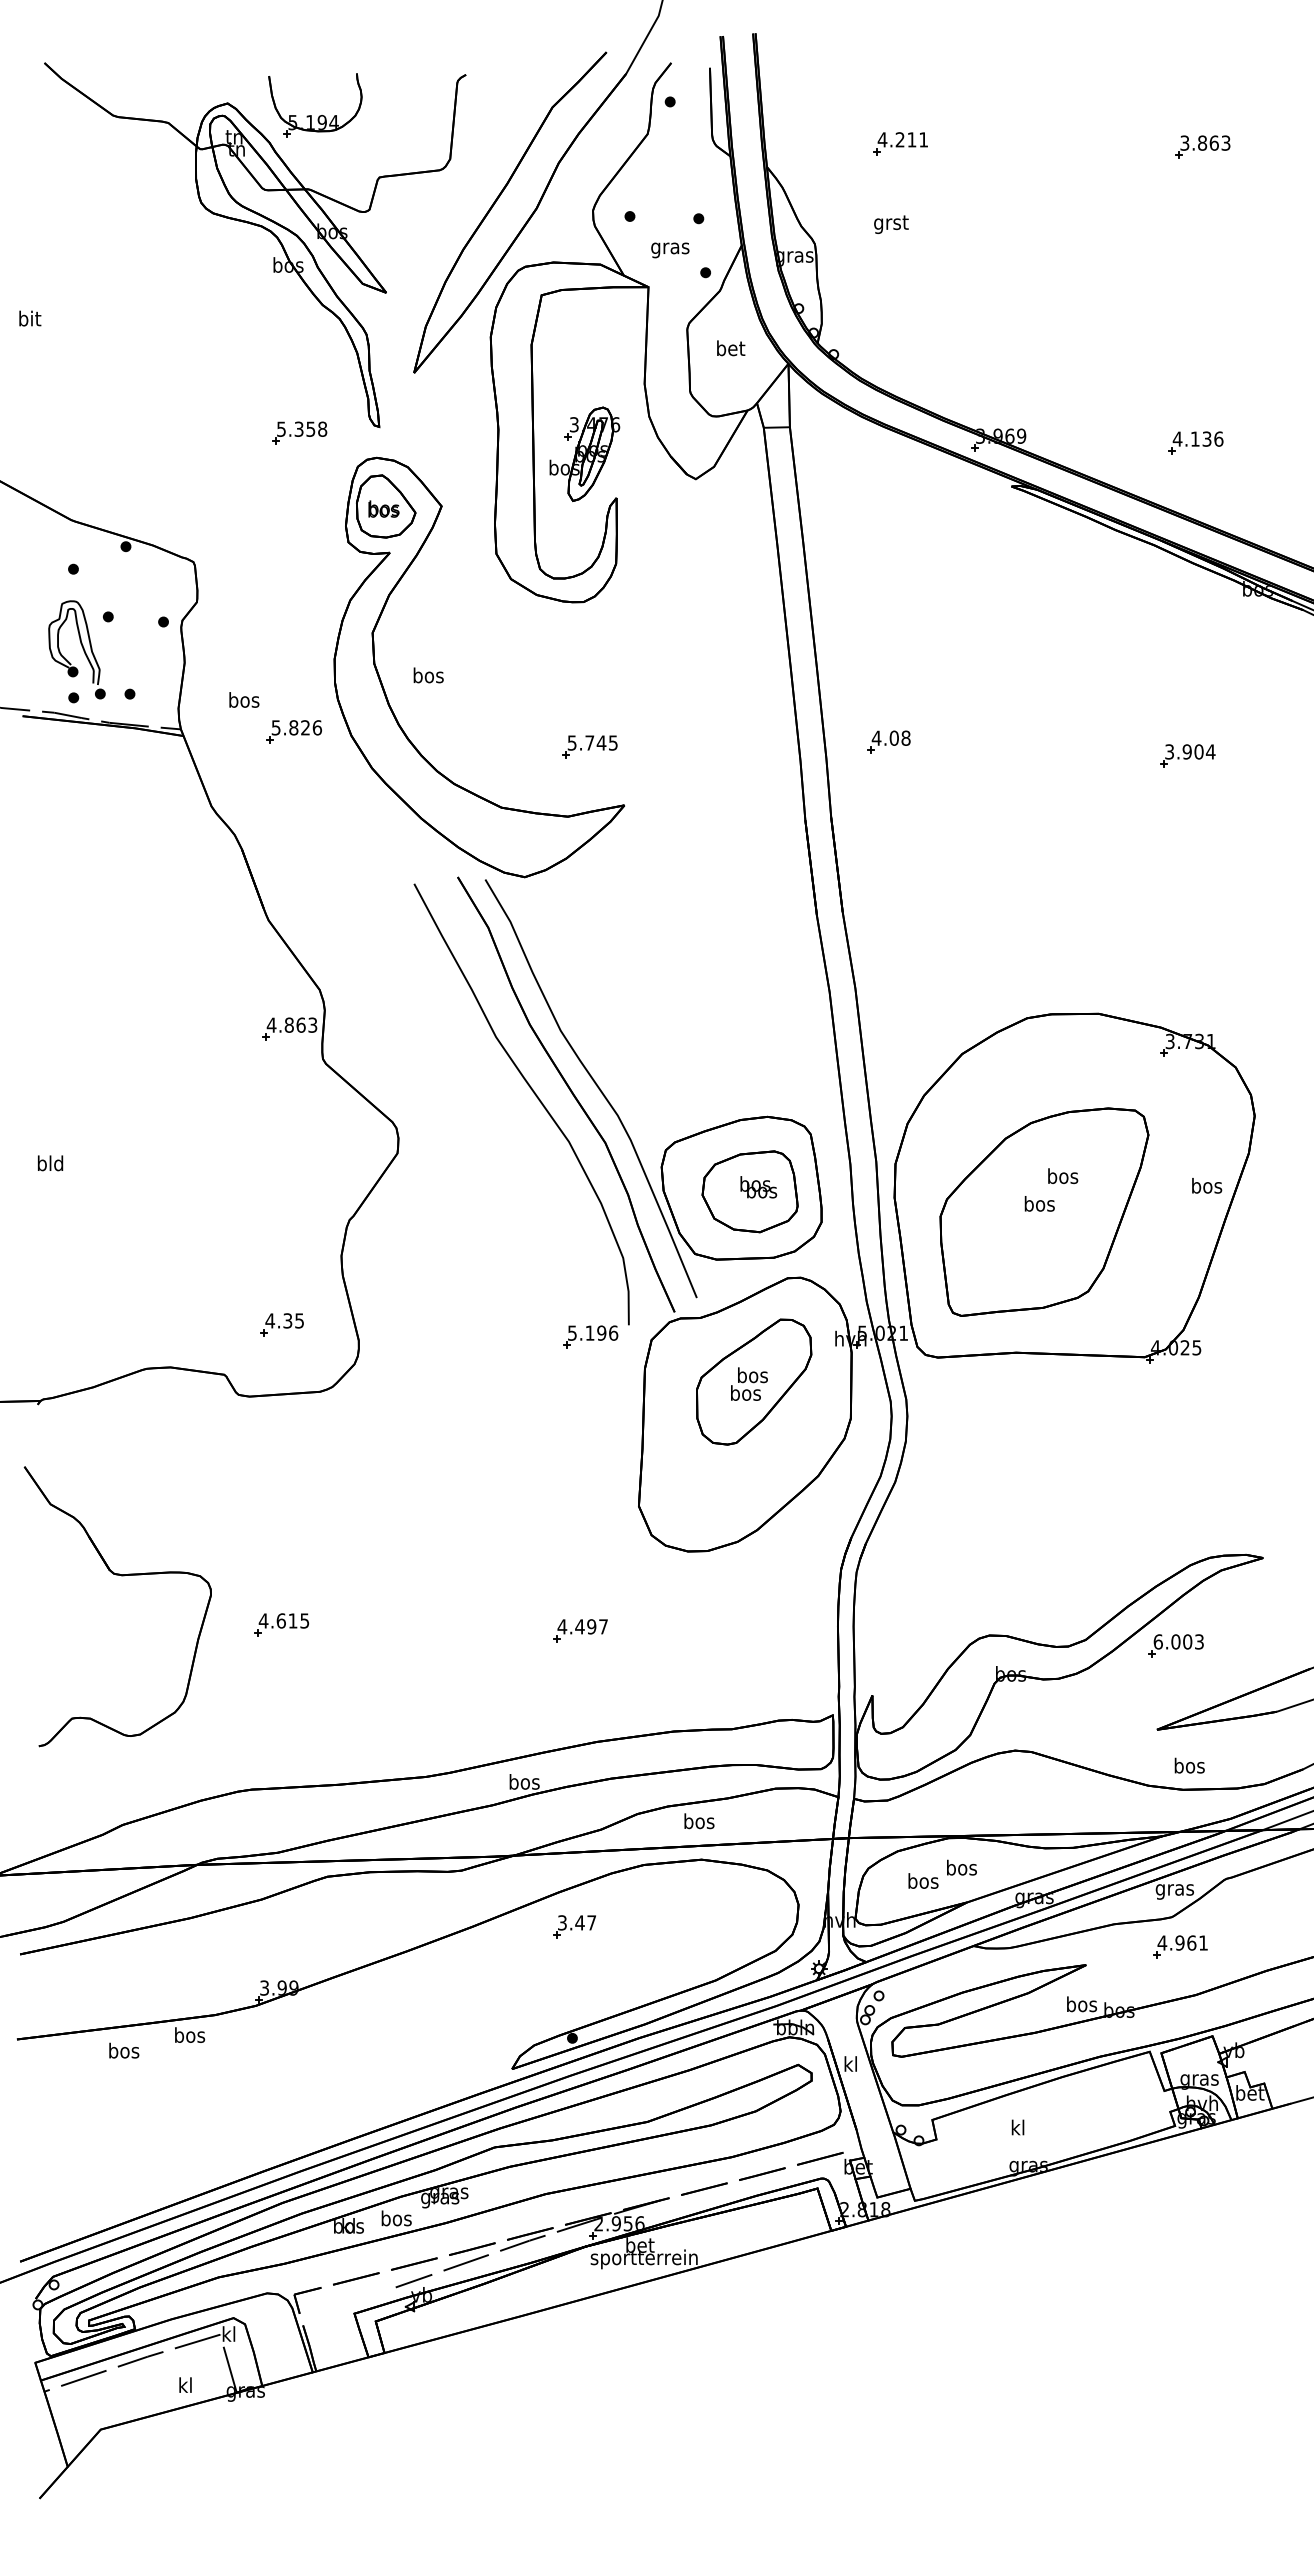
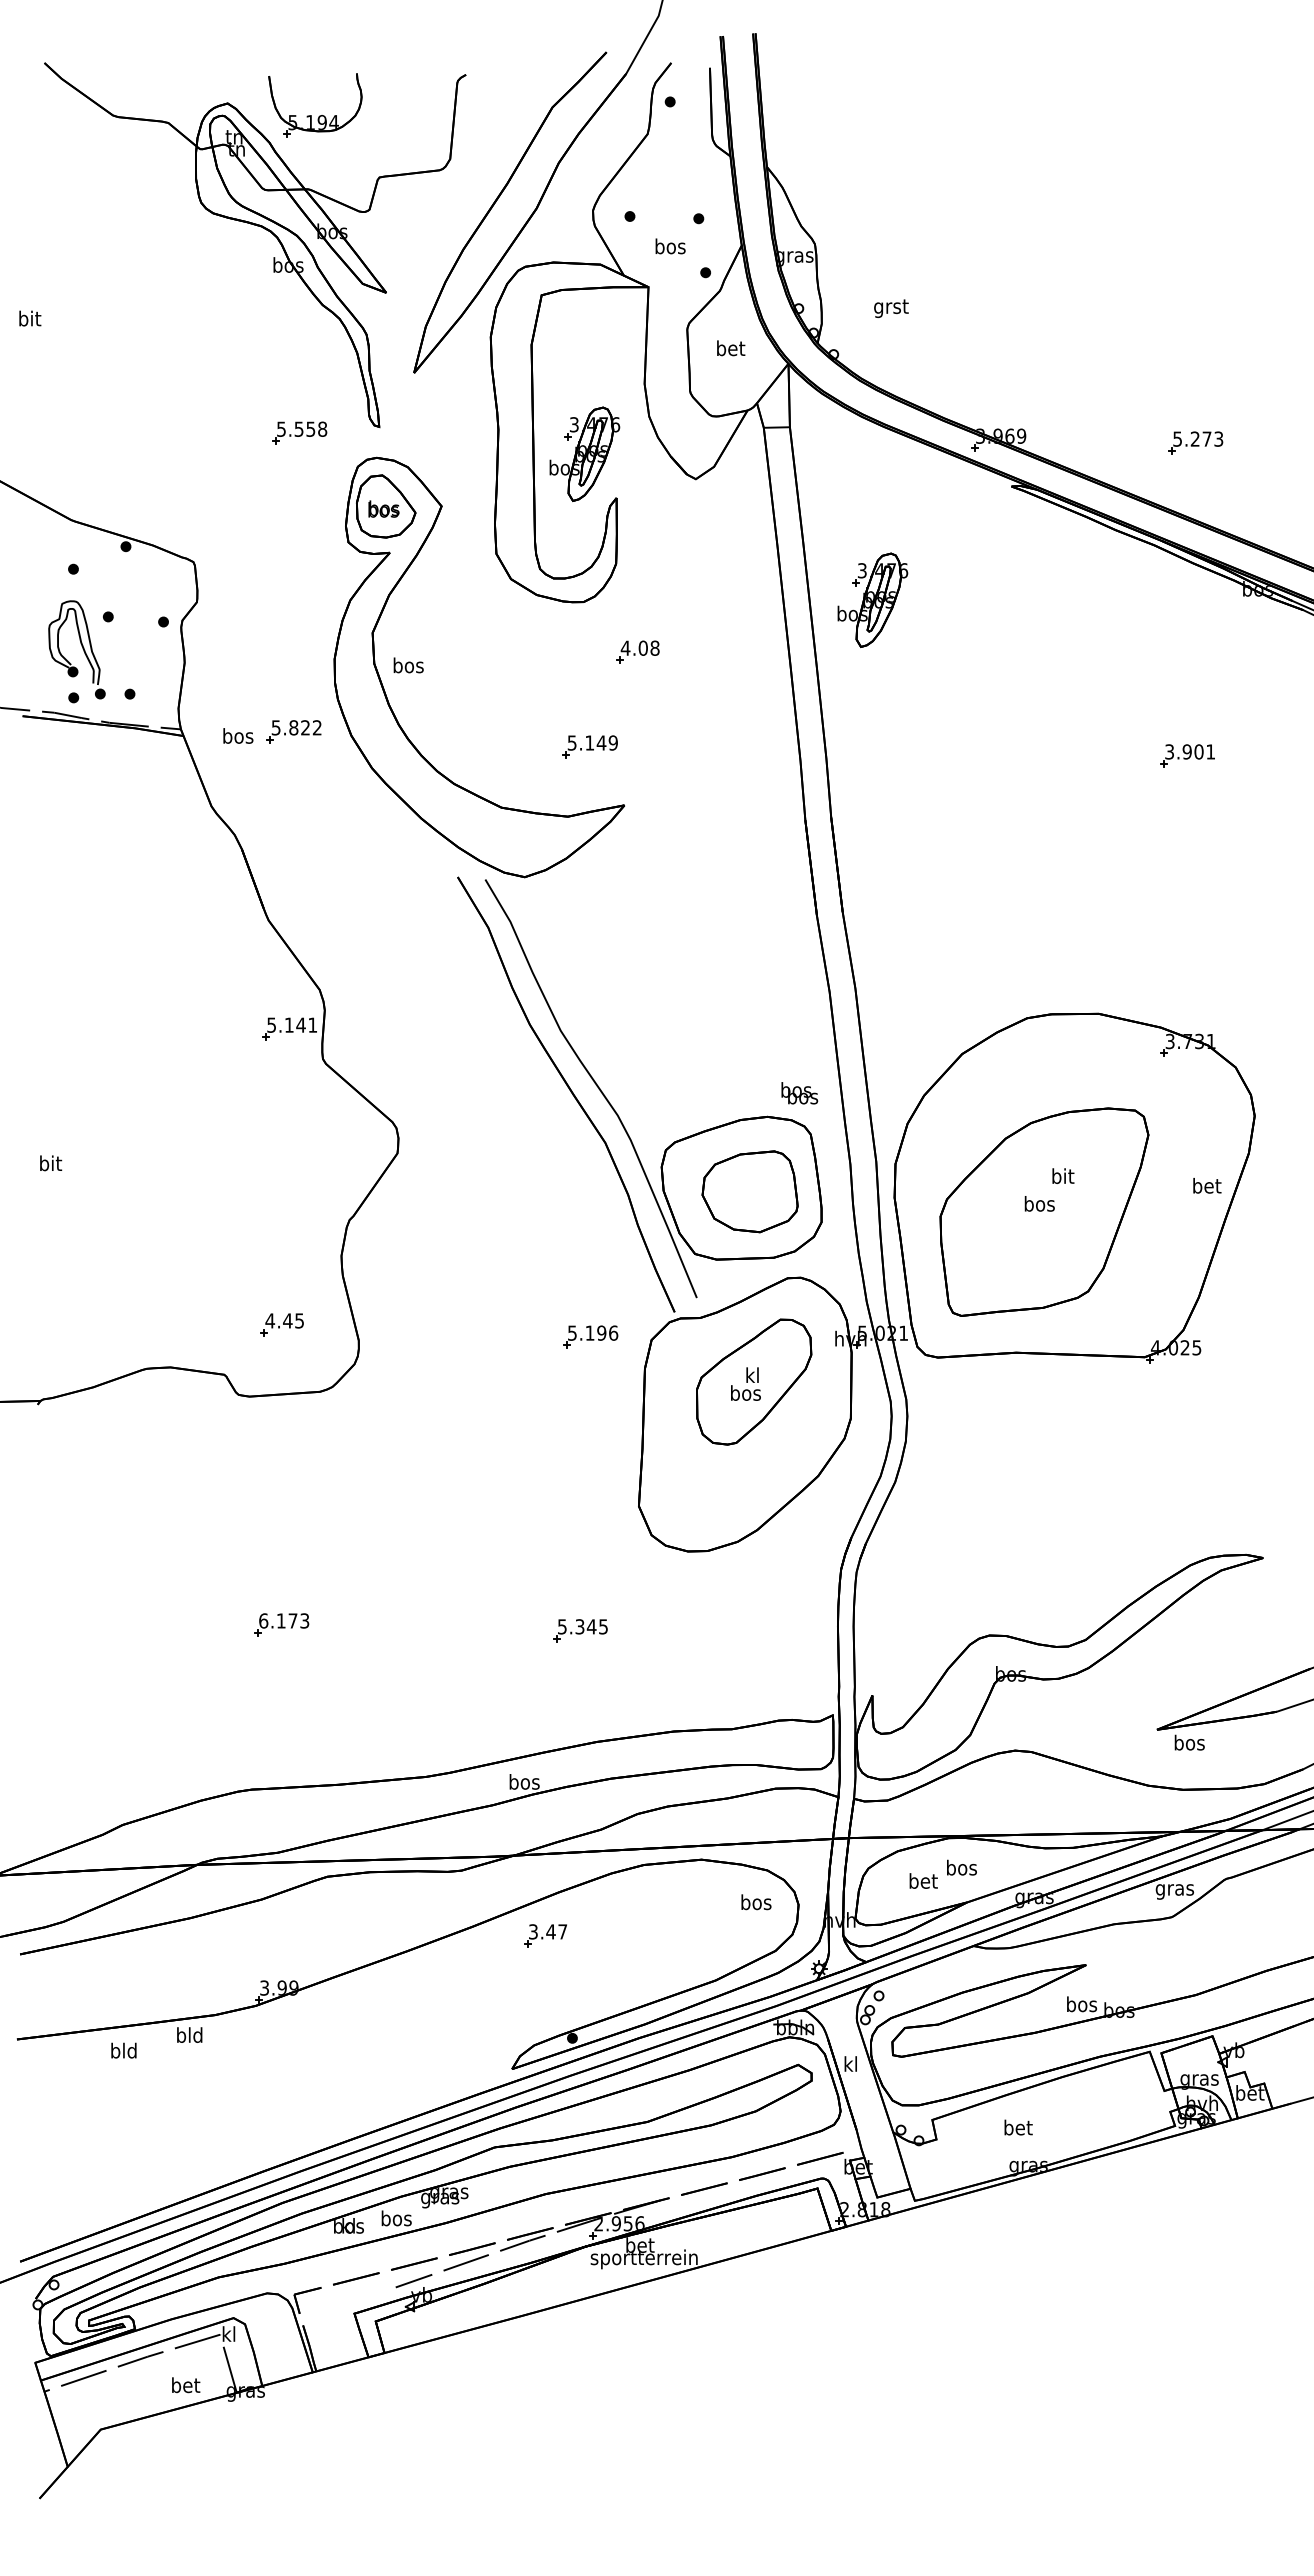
part at (900, 143): present -> none
part at (1202, 146): present -> none
text at (891, 224) position: (891, 224) -> (891, 308)
text at (670, 248): gras -> bos
text at (299, 428): 5.358 -> 5.558
text at (1197, 438): 4.136 -> 5.273
part at (872, 599): none -> present
text at (428, 675) position: (428, 675) -> (408, 665)
text at (244, 699) position: (244, 699) -> (238, 735)
text at (317, 727): 5.826 -> 5.822
part at (888, 741) position: (888, 741) -> (637, 651)
text at (601, 742): 5.745 -> 5.149
text at (1210, 751): 3.904 -> 3.901
text at (291, 1024): 4.863 -> 5.141
curve at (535, 1096): present -> none
text at (50, 1163): bld -> bit
text at (1063, 1176): bos -> bit
text at (1207, 1185): bos -> bet
text at (758, 1187) position: (758, 1187) -> (799, 1093)
text at (287, 1320): 4.35 -> 4.45
text at (752, 1375): bos -> kl
part at (121, 1576): present -> none
text at (283, 1620): 4.615 -> 6.173
text at (582, 1626): 4.497 -> 5.345
part at (1175, 1645): present -> none
text at (1189, 1765) position: (1189, 1765) -> (1189, 1742)
text at (699, 1821) position: (699, 1821) -> (756, 1902)
text at (923, 1880): bos -> bet
part at (574, 1926) position: (574, 1926) -> (545, 1935)
part at (1180, 1946): present -> none
text at (190, 2034): bos -> bld
text at (124, 2050): bos -> bld
text at (1018, 2127): kl -> bet
text at (186, 2385): kl -> bet
